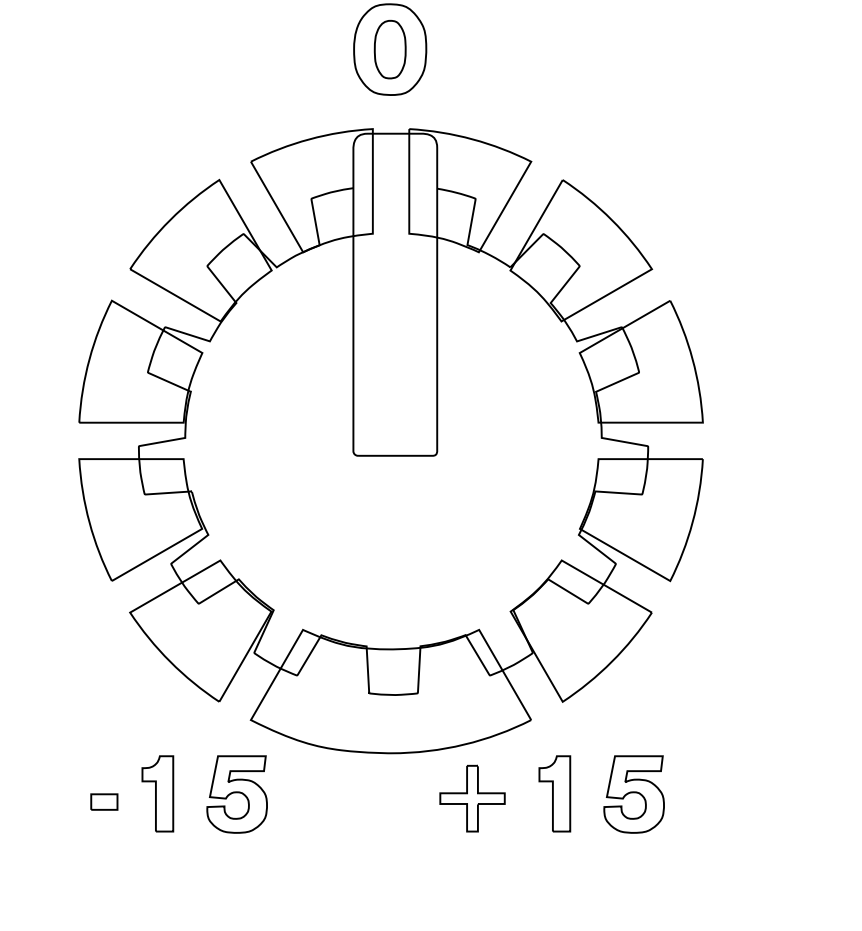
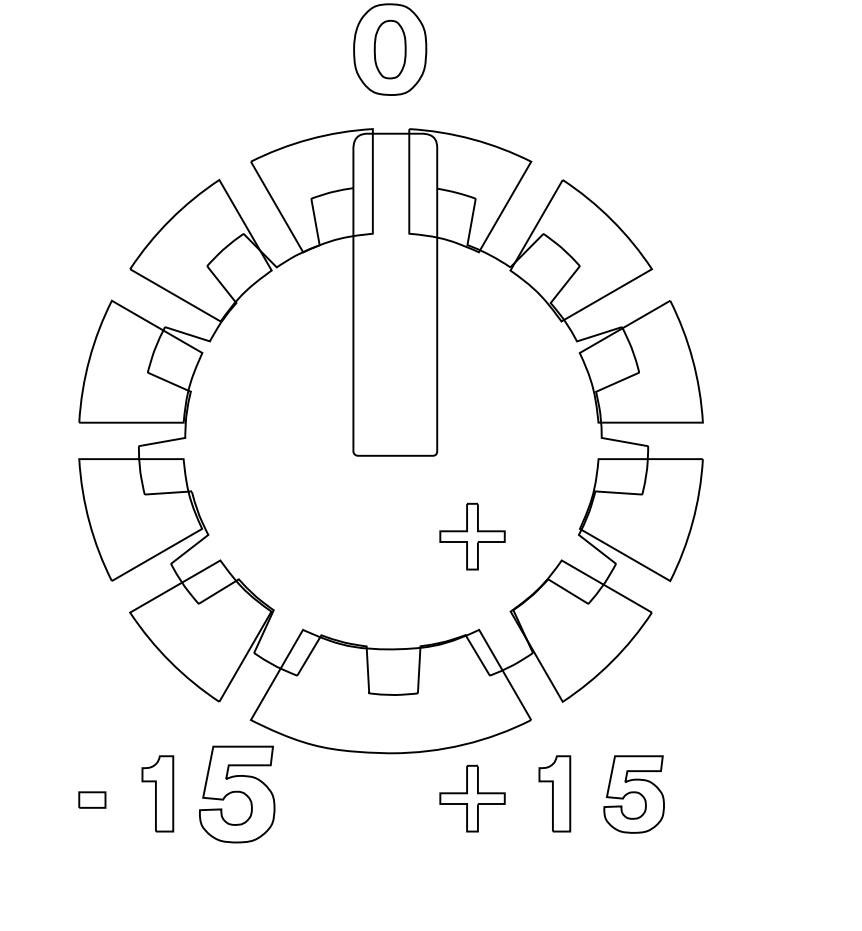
part at (472, 536): none -> present
part at (236, 794) size: 62x79 px -> 77x99 px
part at (104, 801) position: (104, 801) -> (92, 799)
